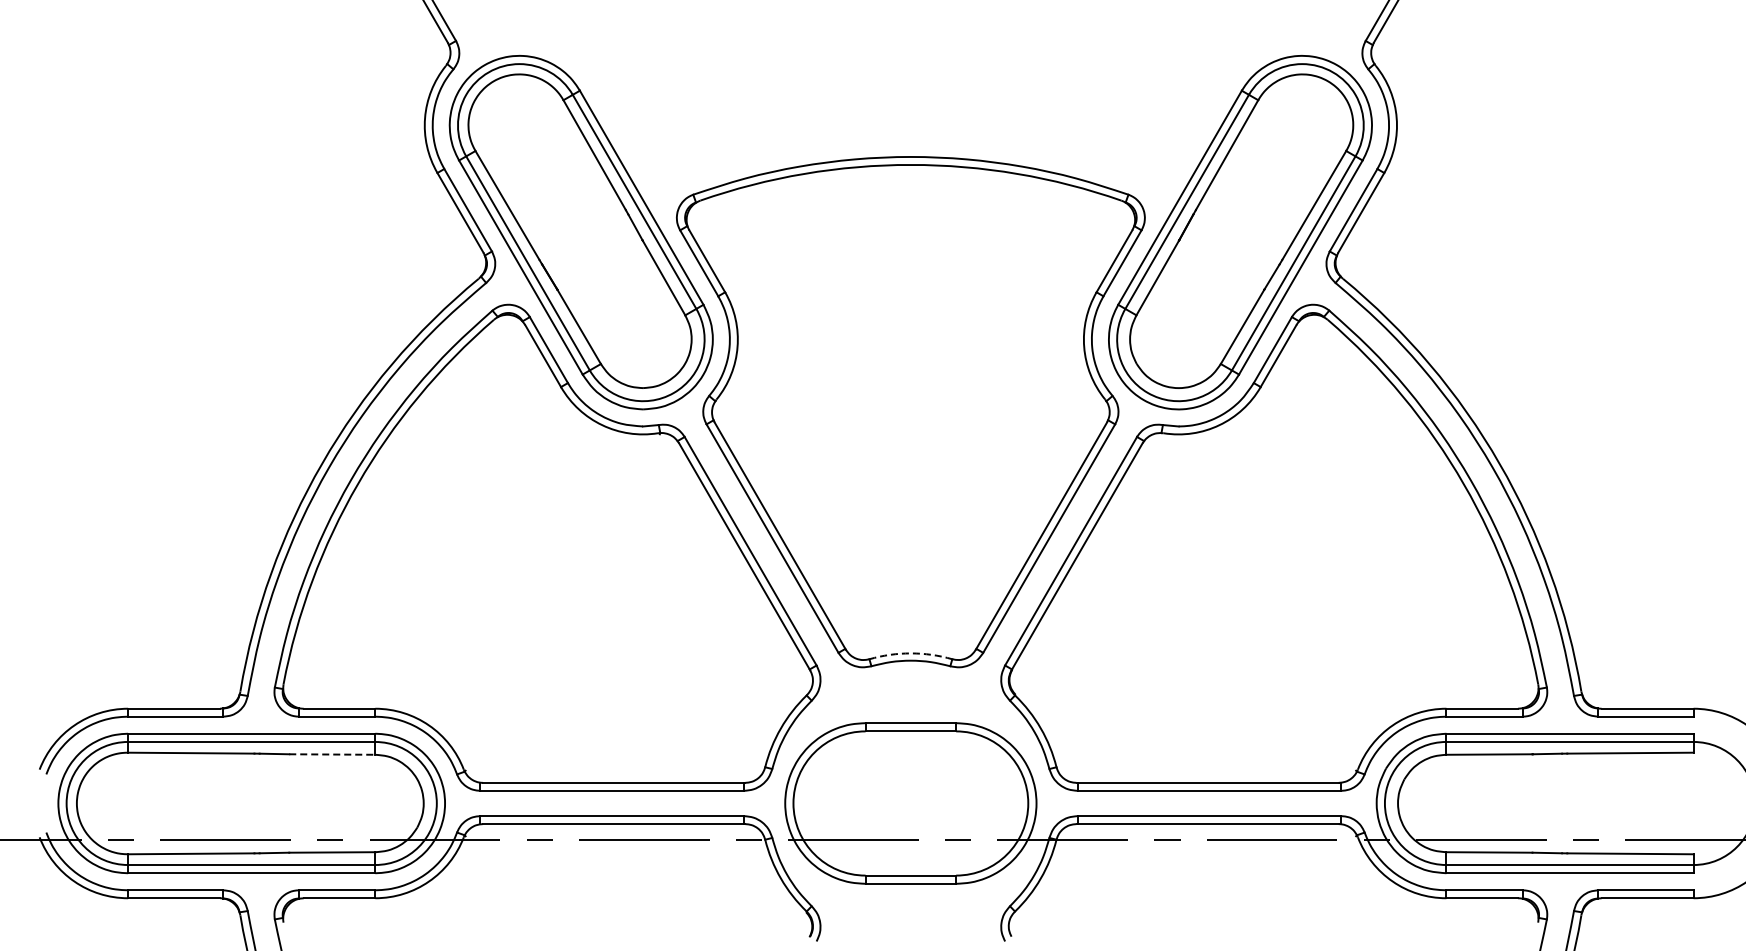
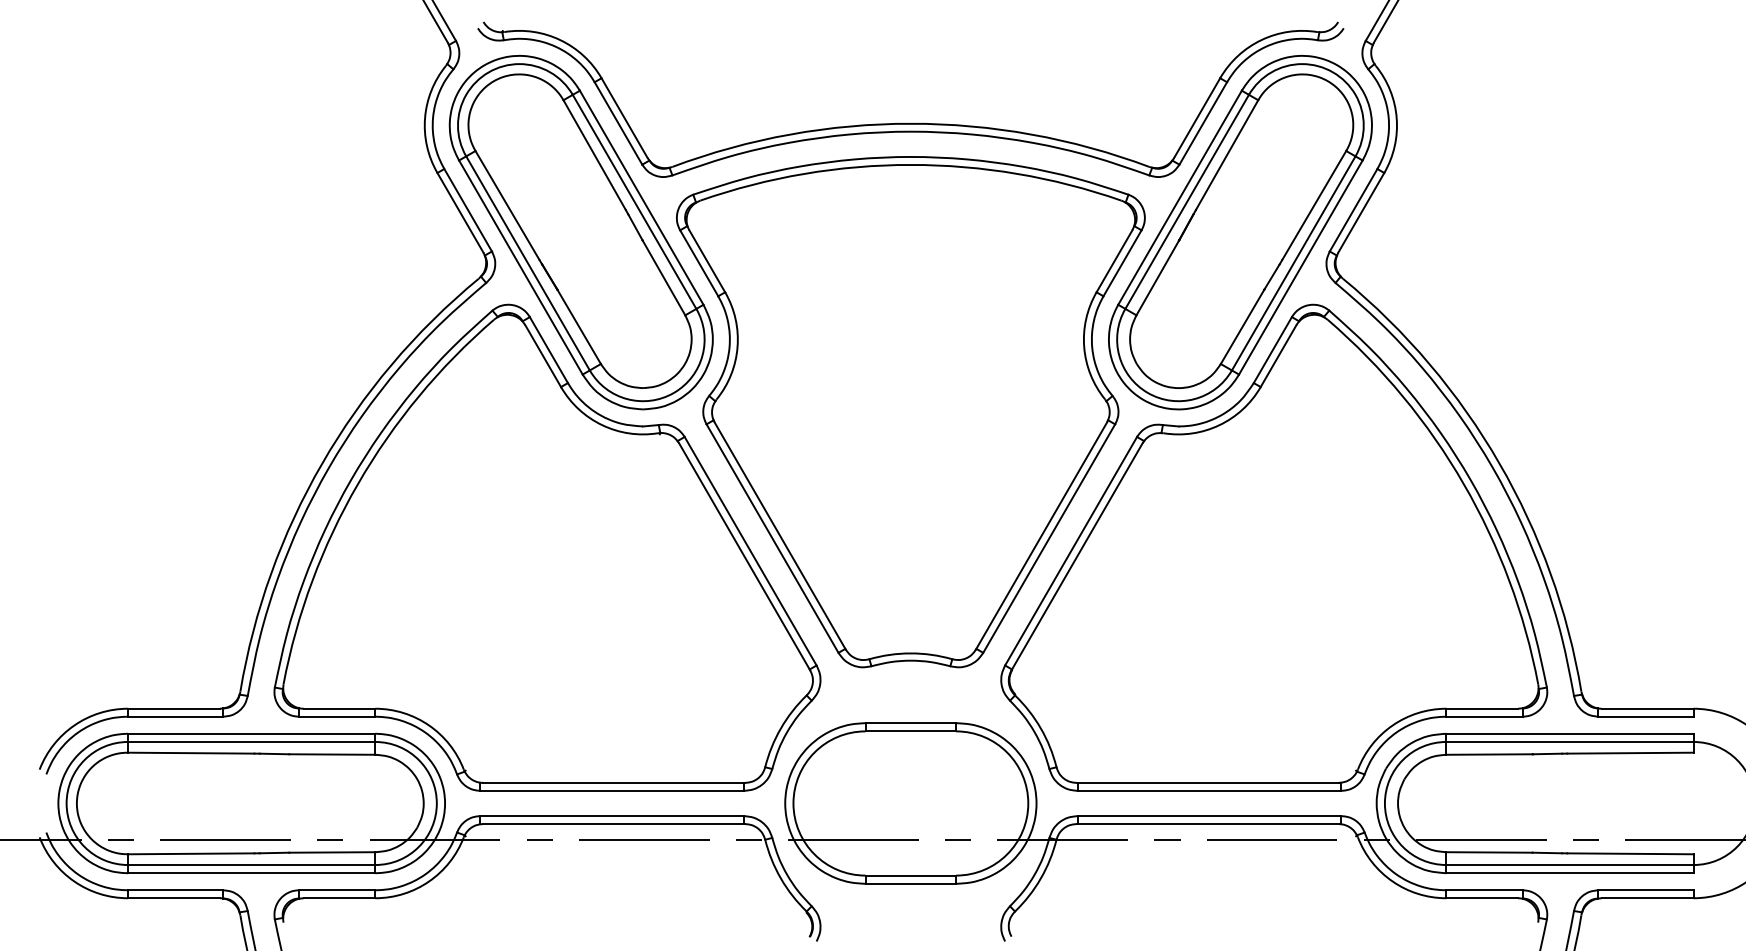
part at (910, 123): none -> present
arc at (910, 653): dashed -> solid
line at (332, 754): dashed -> solid
